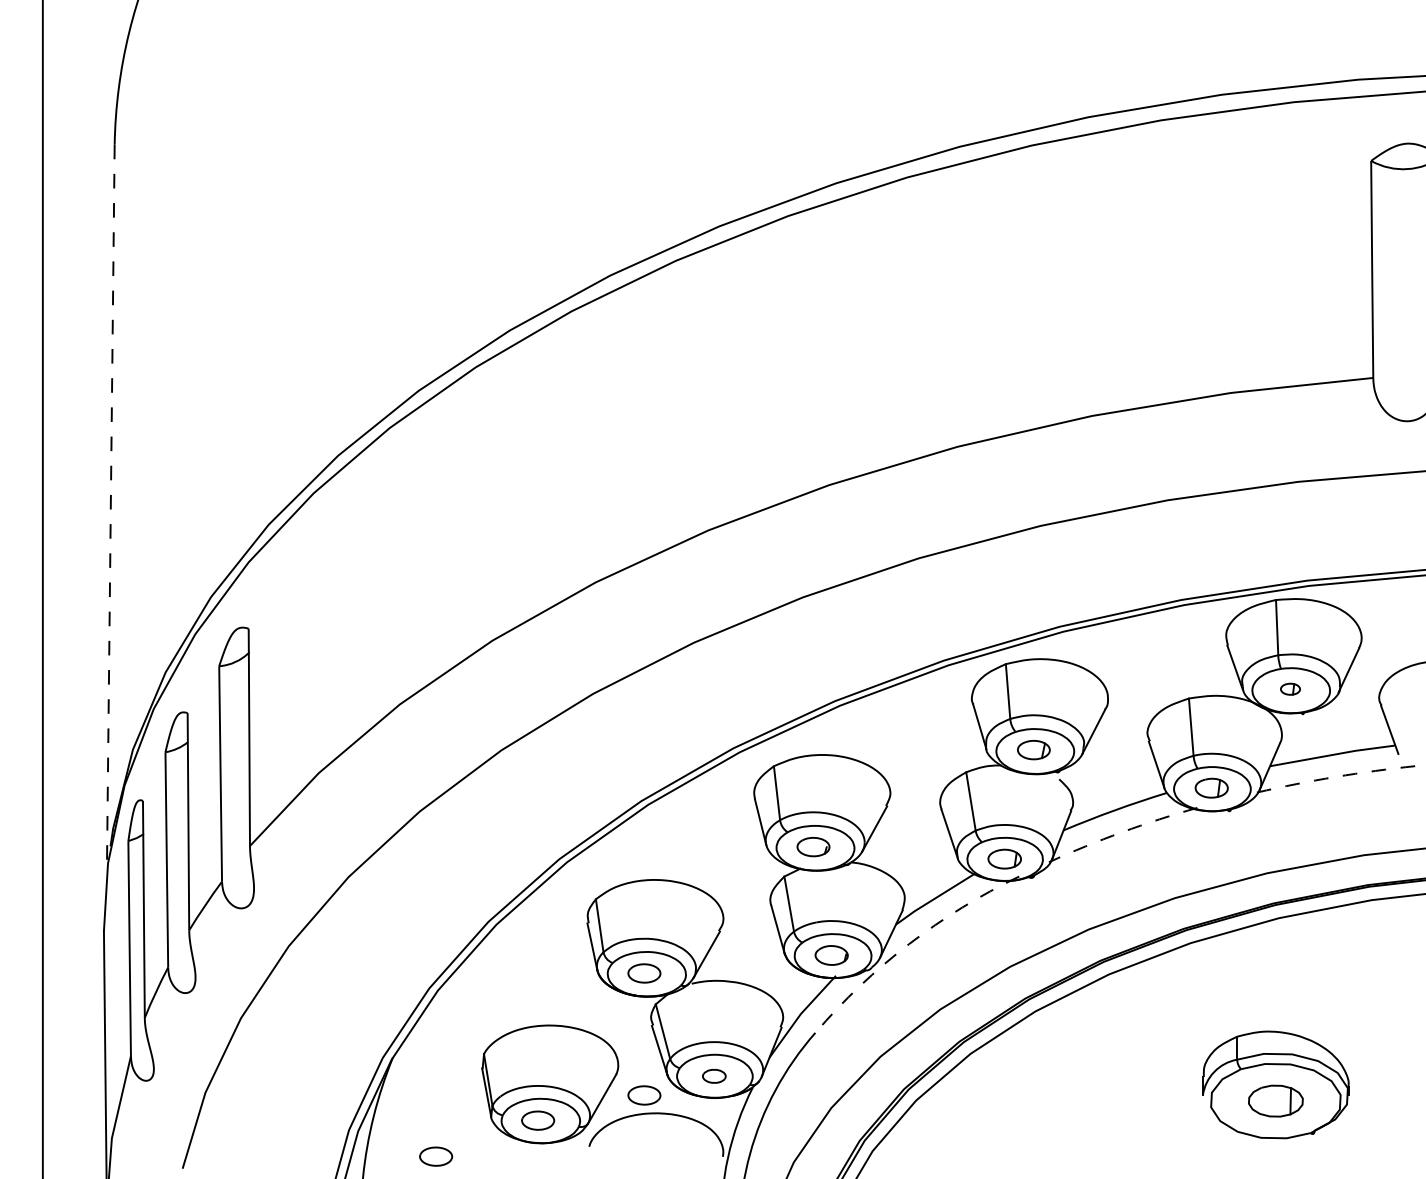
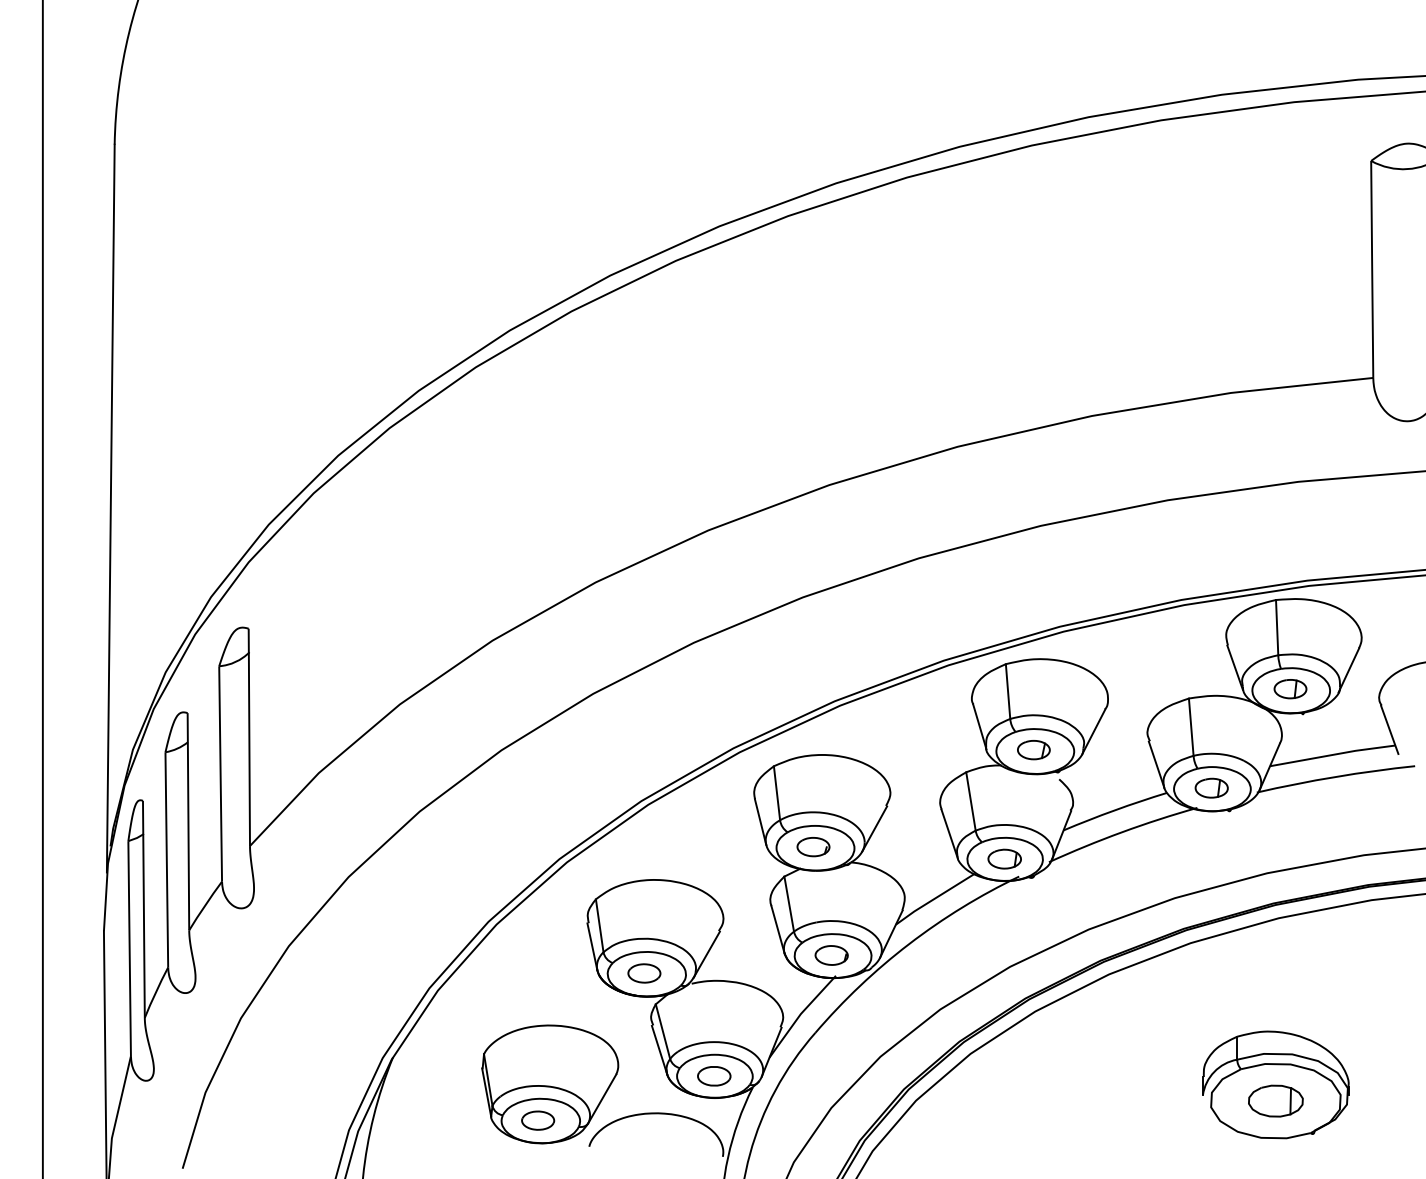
line at (110, 508): dashed -> solid
part at (1290, 688) size: 21x14 px -> 35x21 px
arc at (1335, 776): dashed -> solid
arc at (1122, 832): dashed -> solid
arc at (909, 944): dashed -> solid
part at (714, 1075) size: 25x16 px -> 35x21 px
part at (644, 1095): present -> none
part at (436, 1156): present -> none
